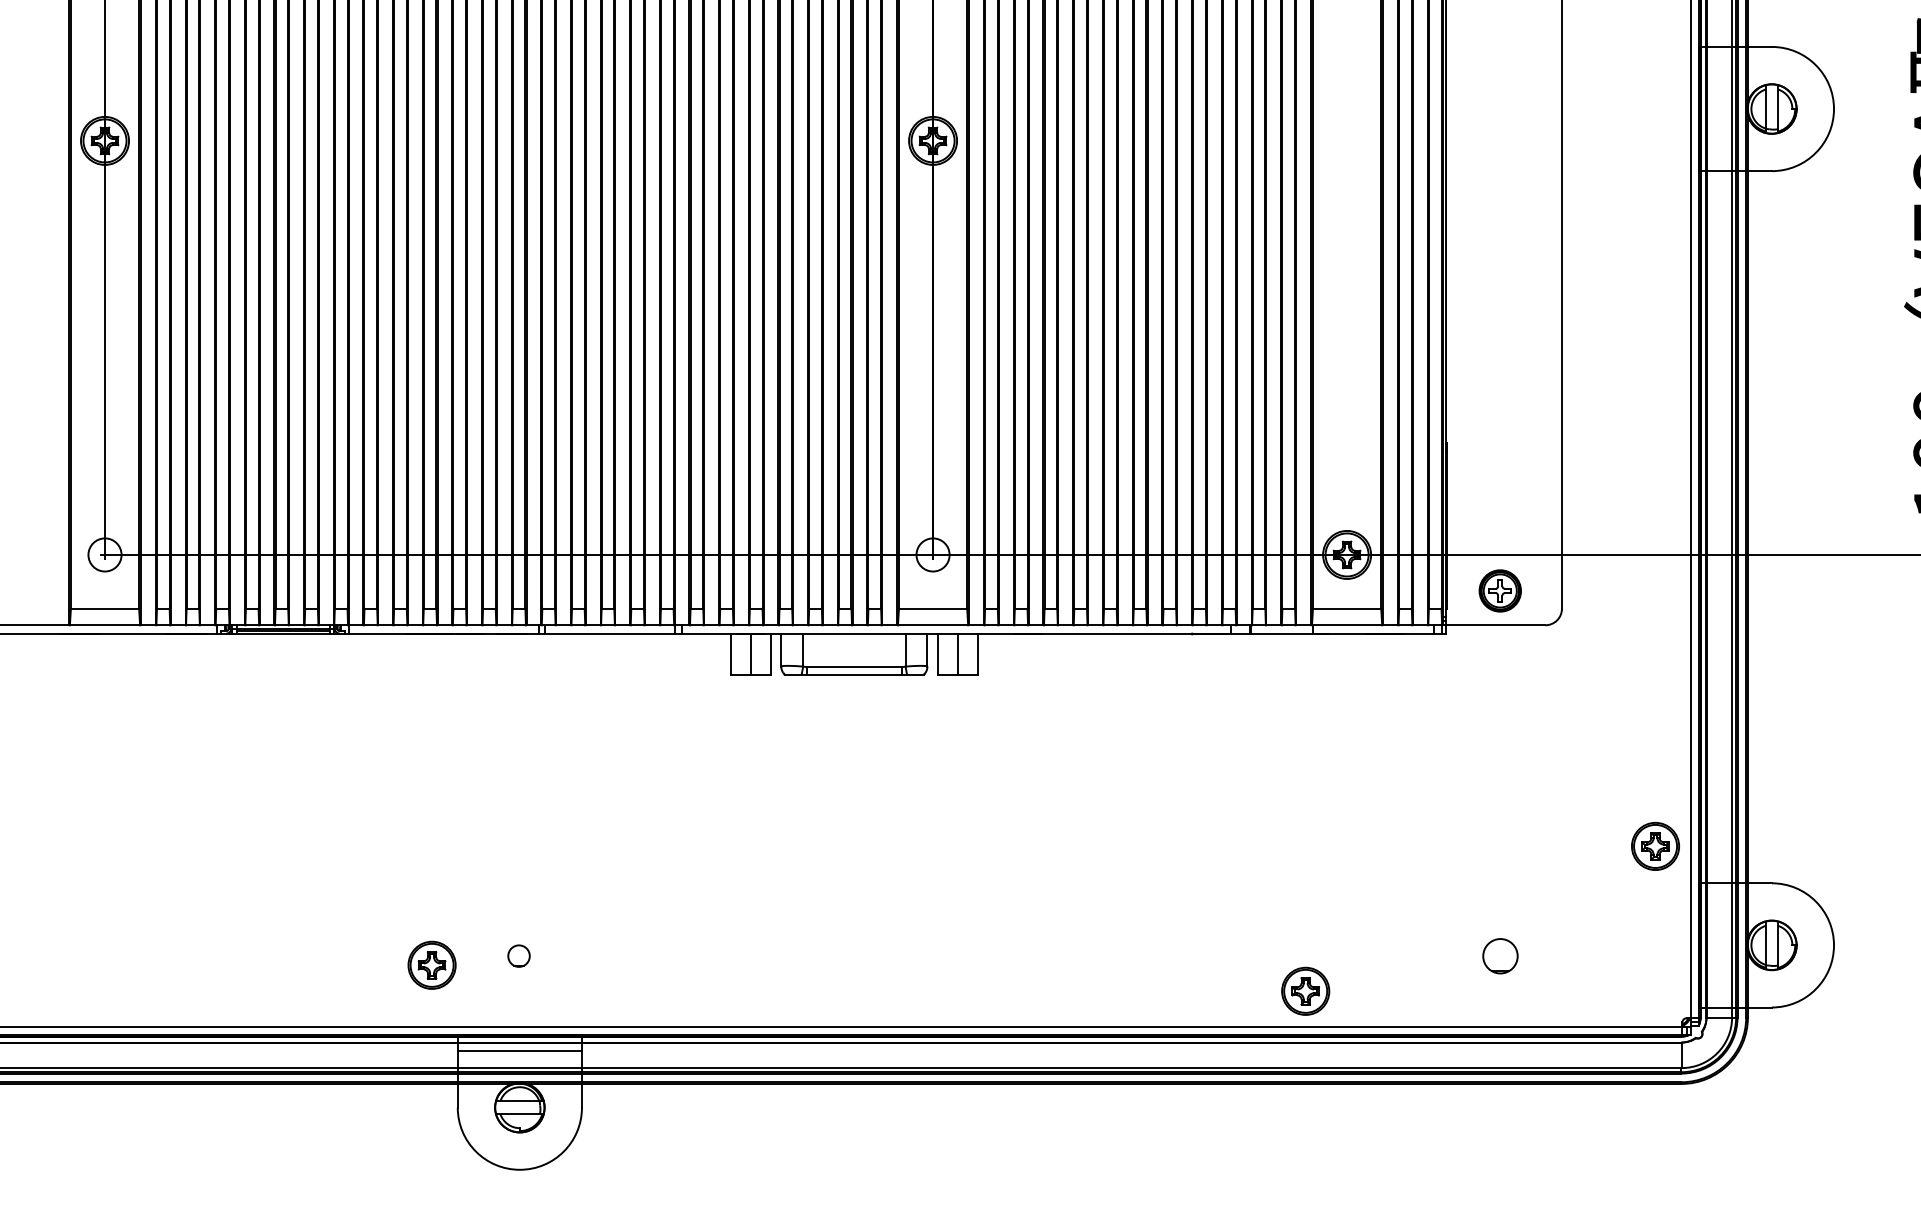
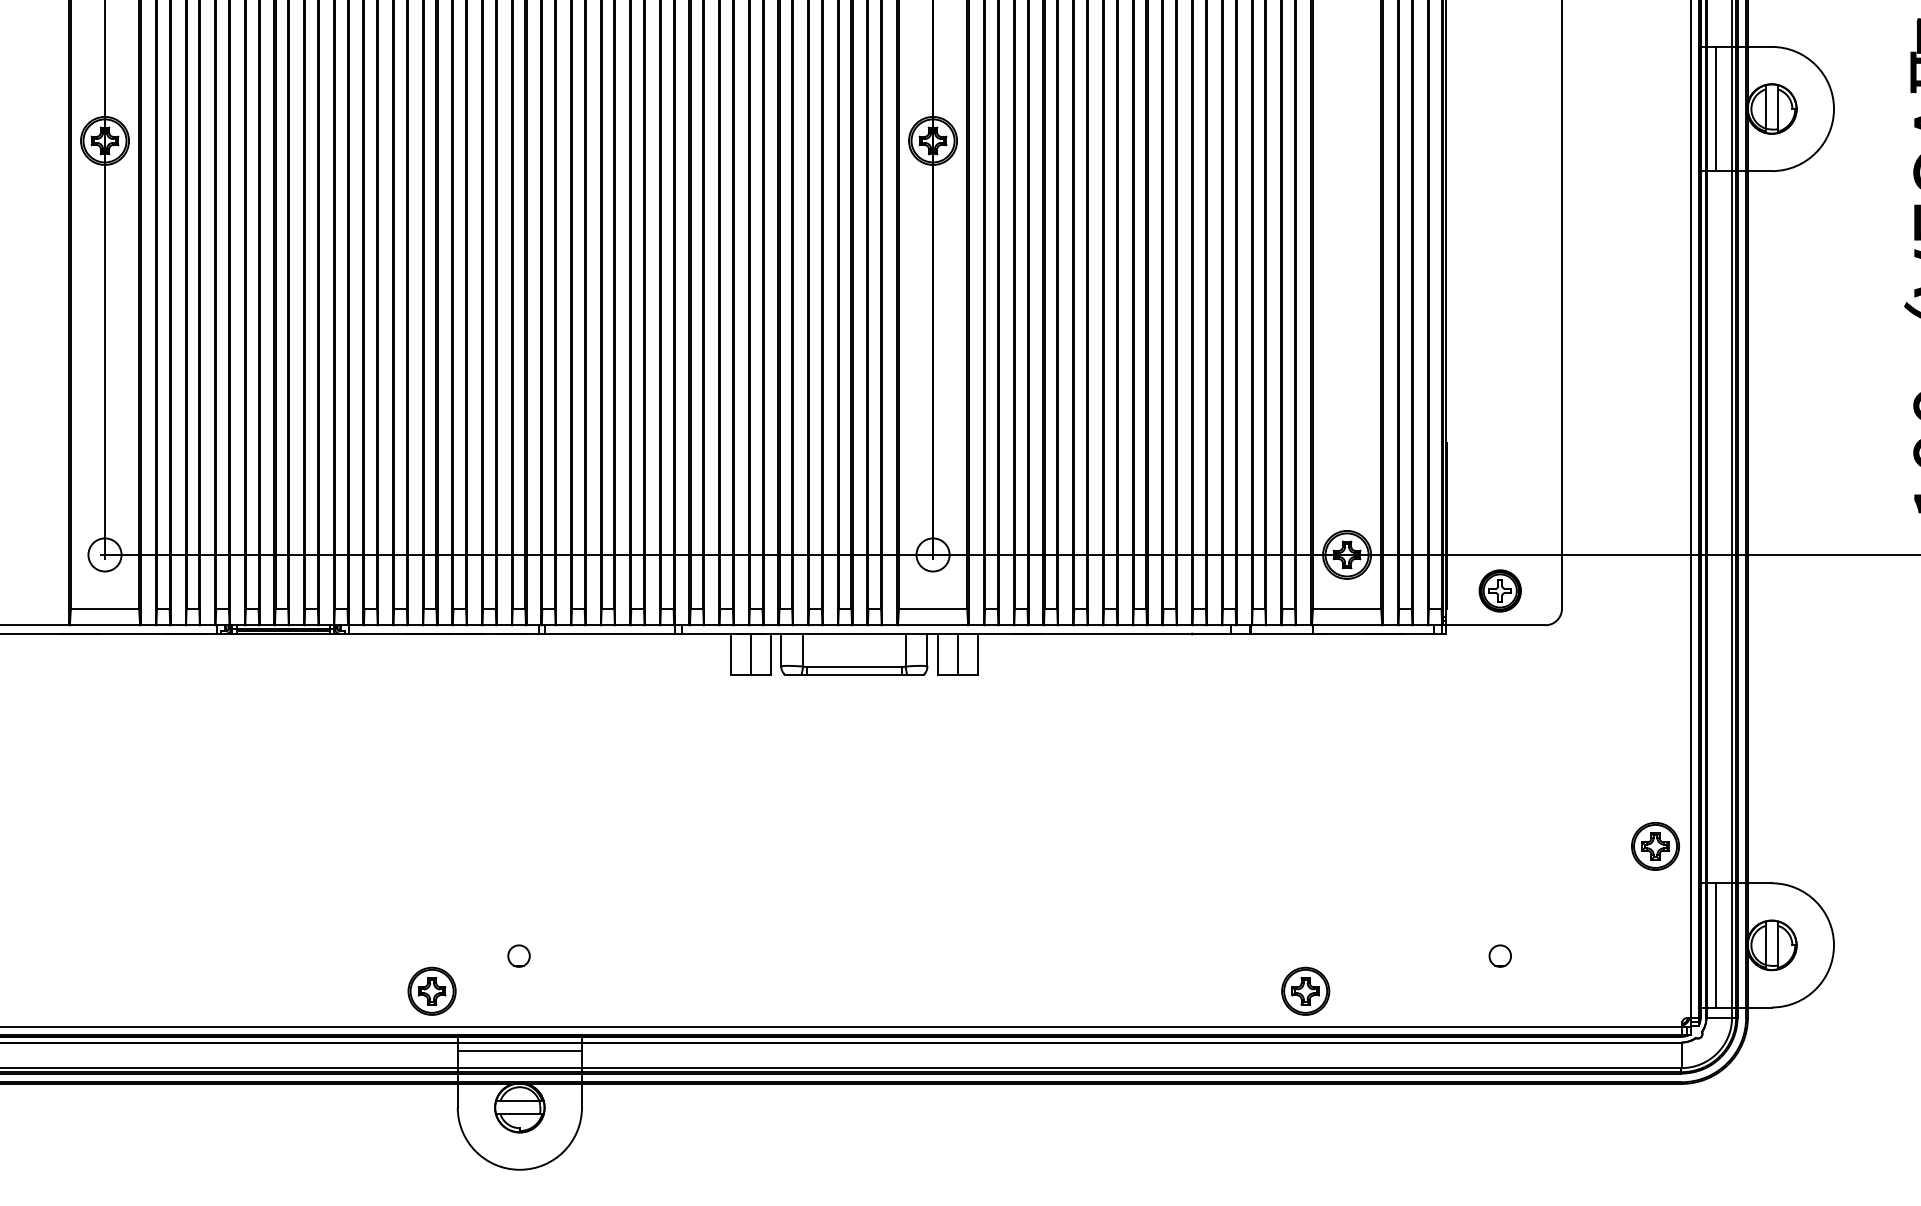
line at (1715, 108): none -> present
line at (1715, 945): none -> present
circle at (1500, 956) size: 37x37 px -> 24x24 px
part at (431, 964) position: (431, 964) -> (431, 990)
